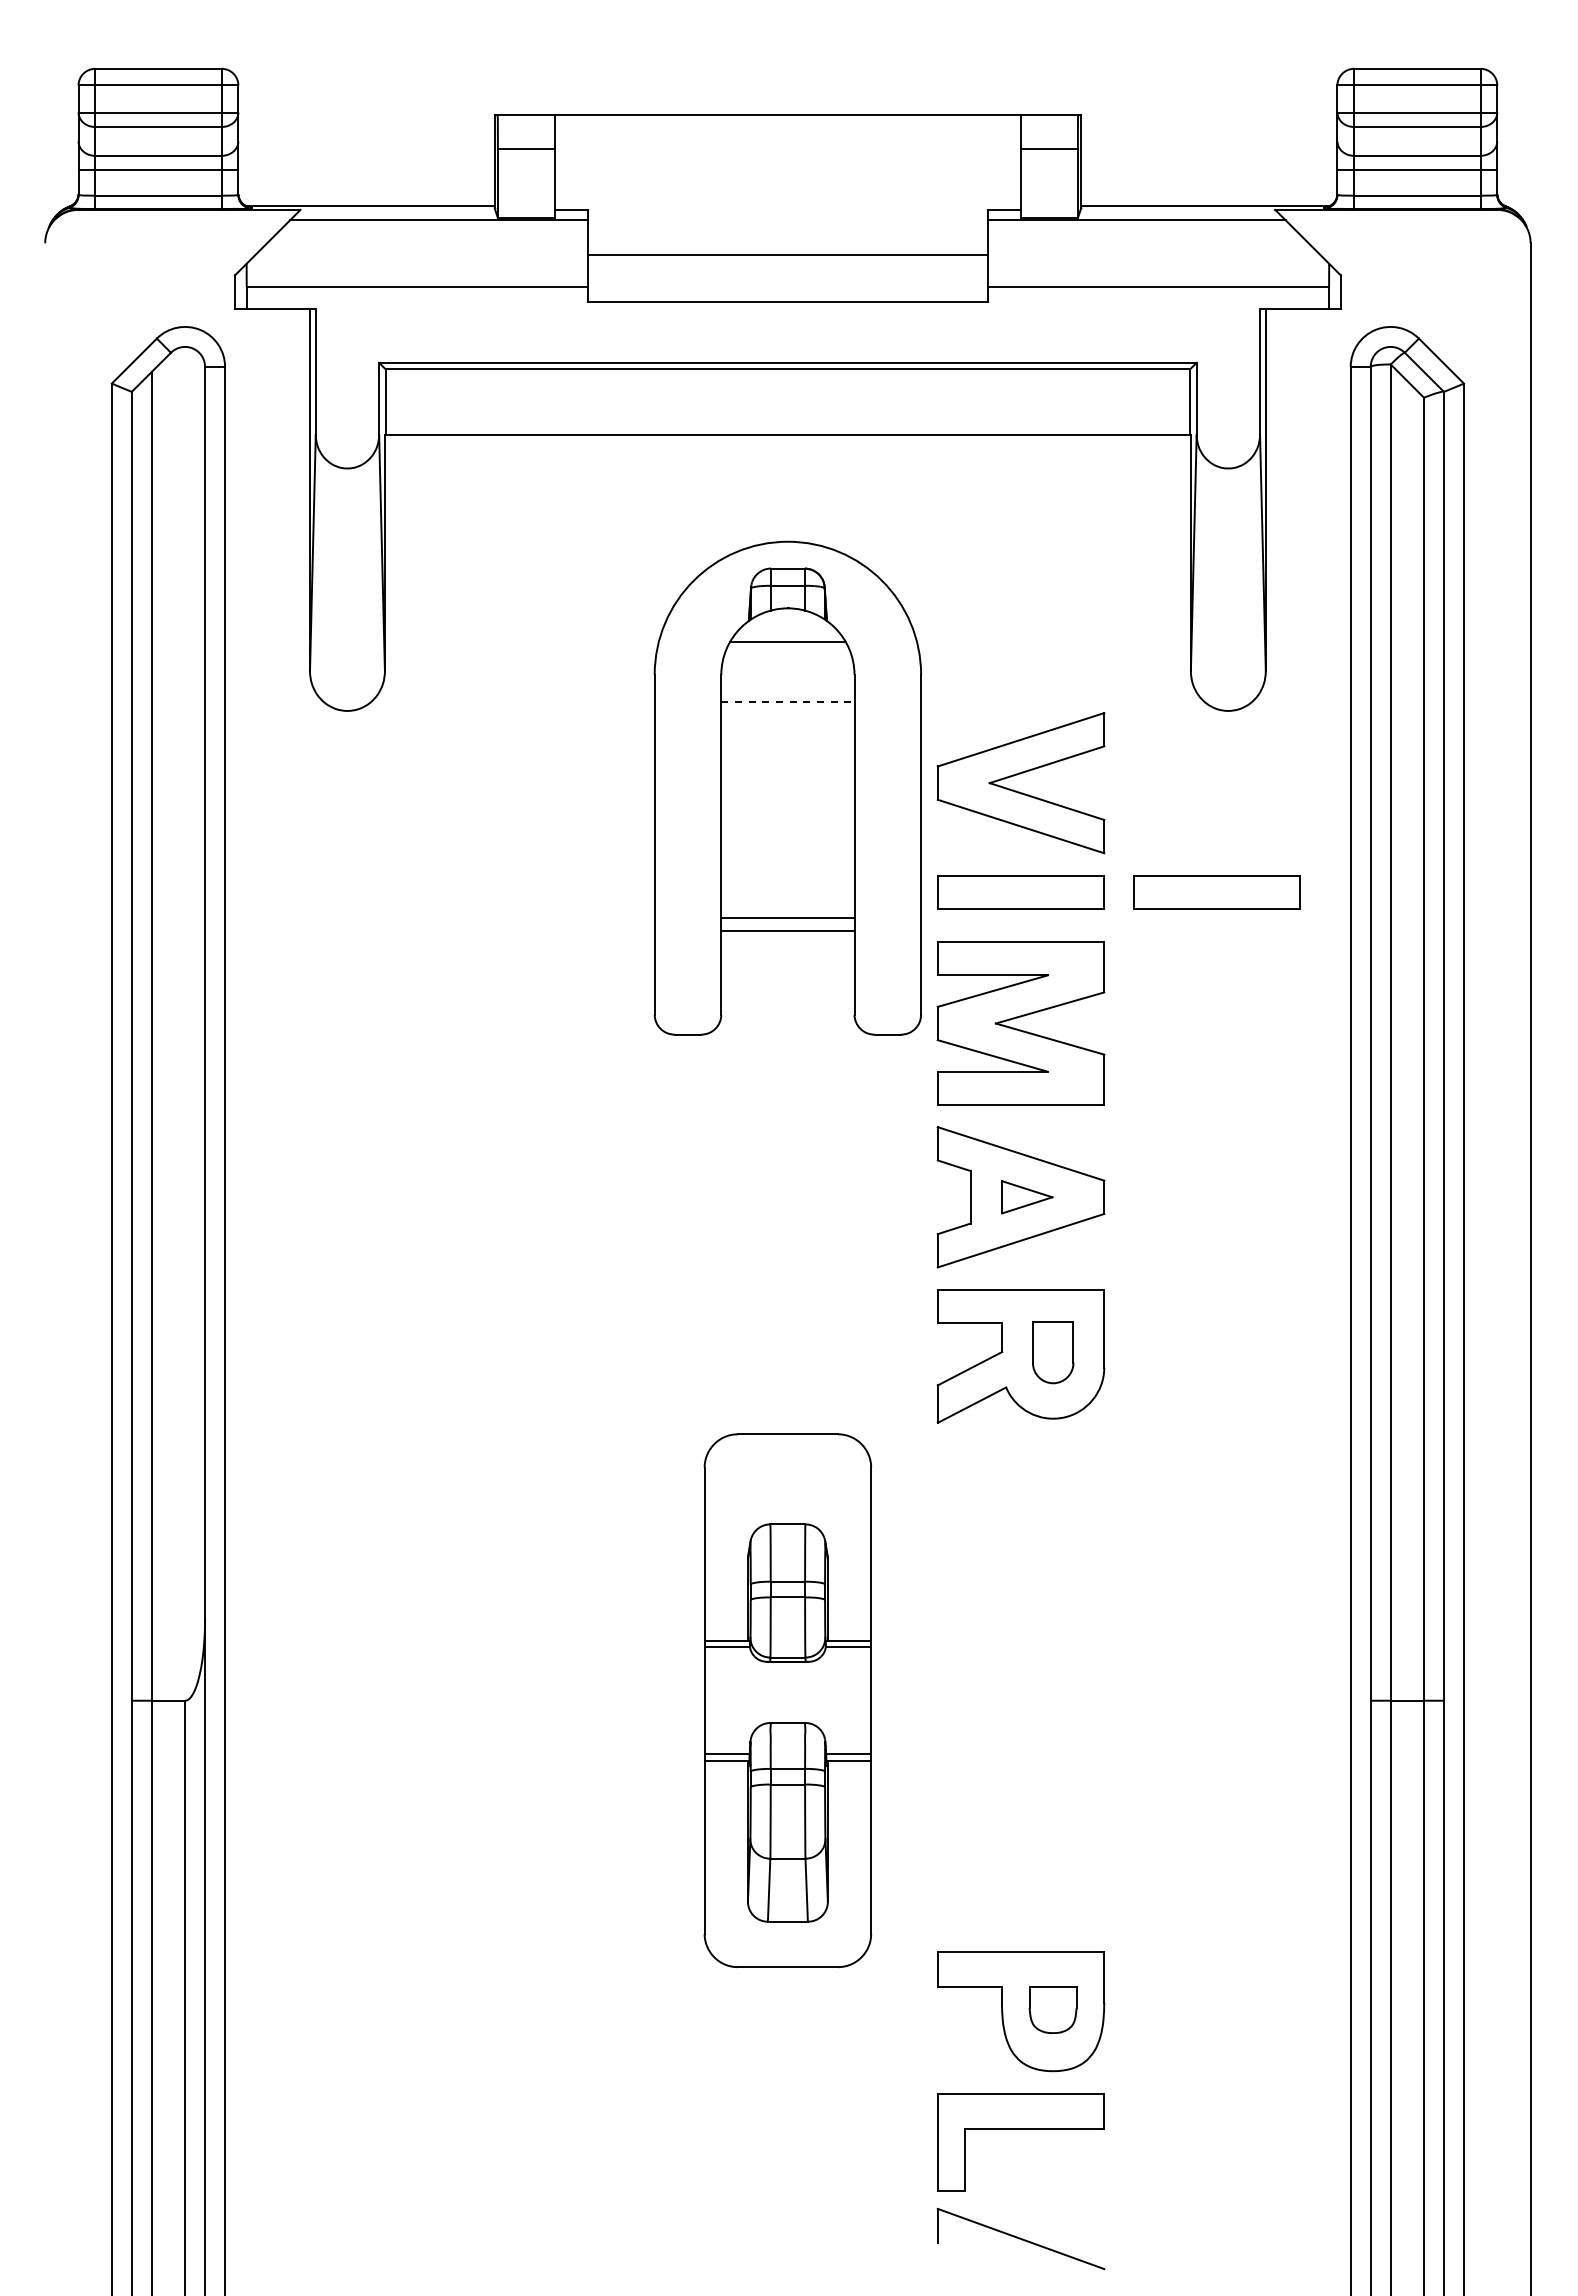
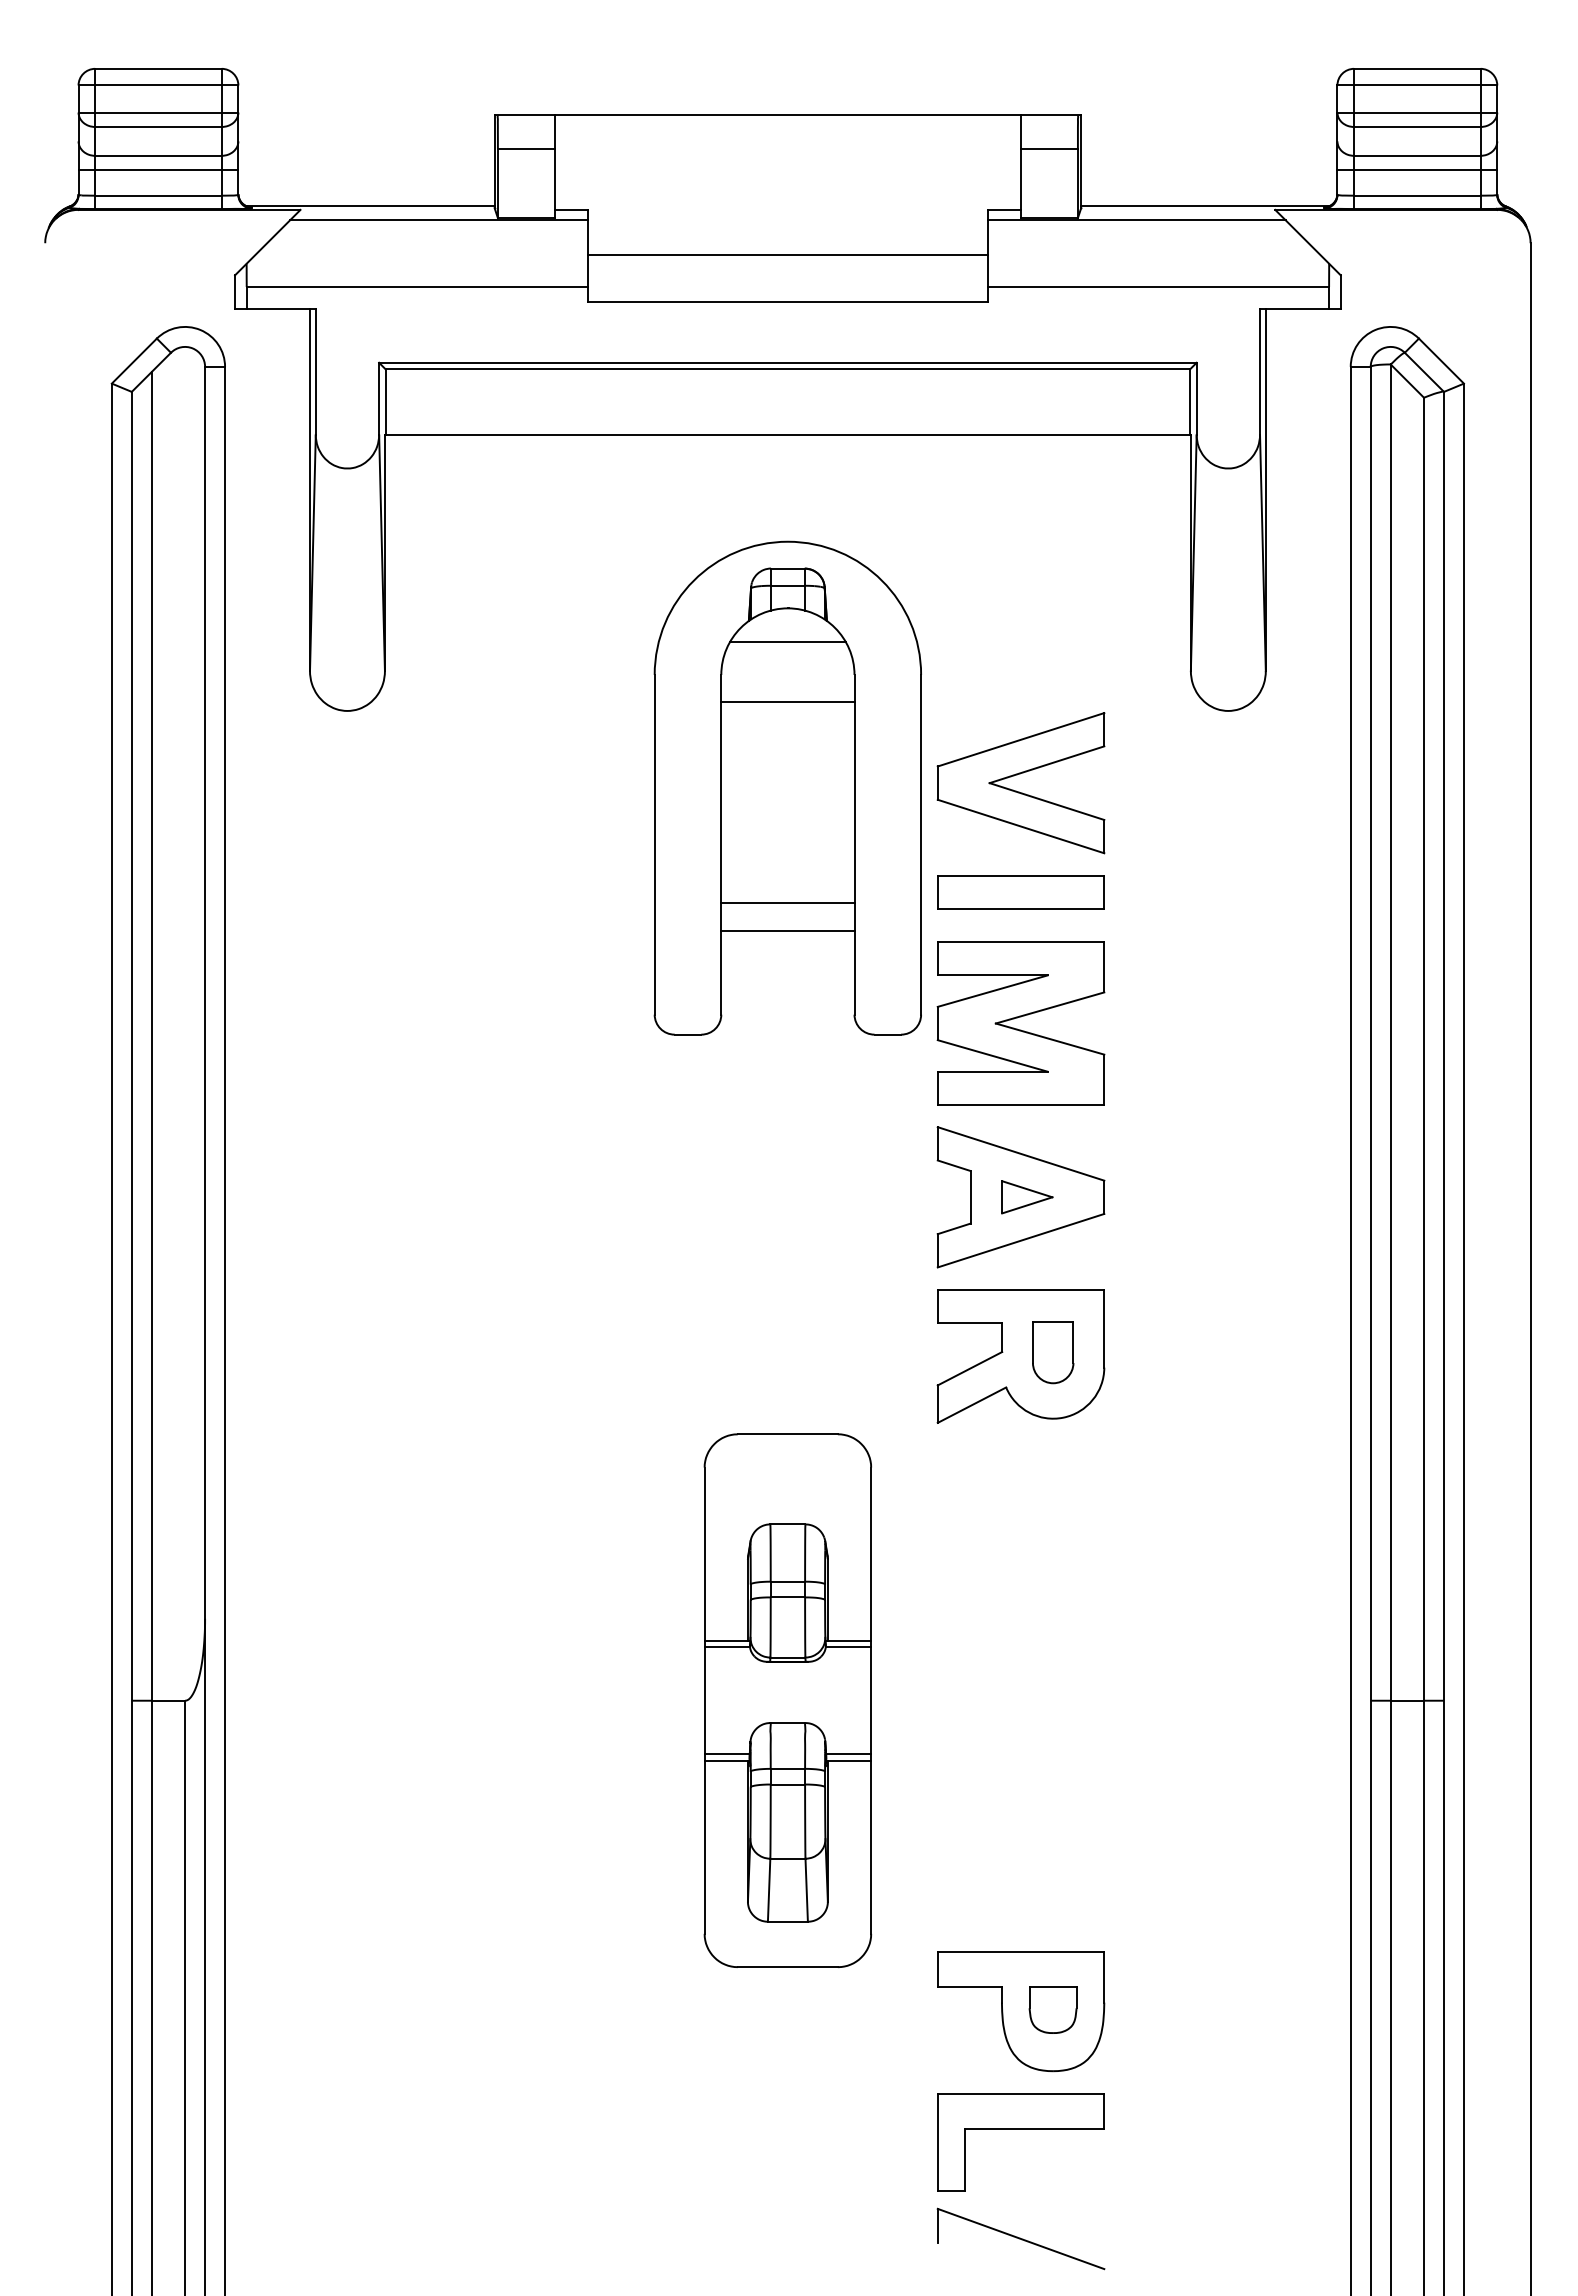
line at (787, 701): dashed -> solid
part at (1216, 892): present -> none
line at (787, 917) position: (787, 917) -> (787, 902)
